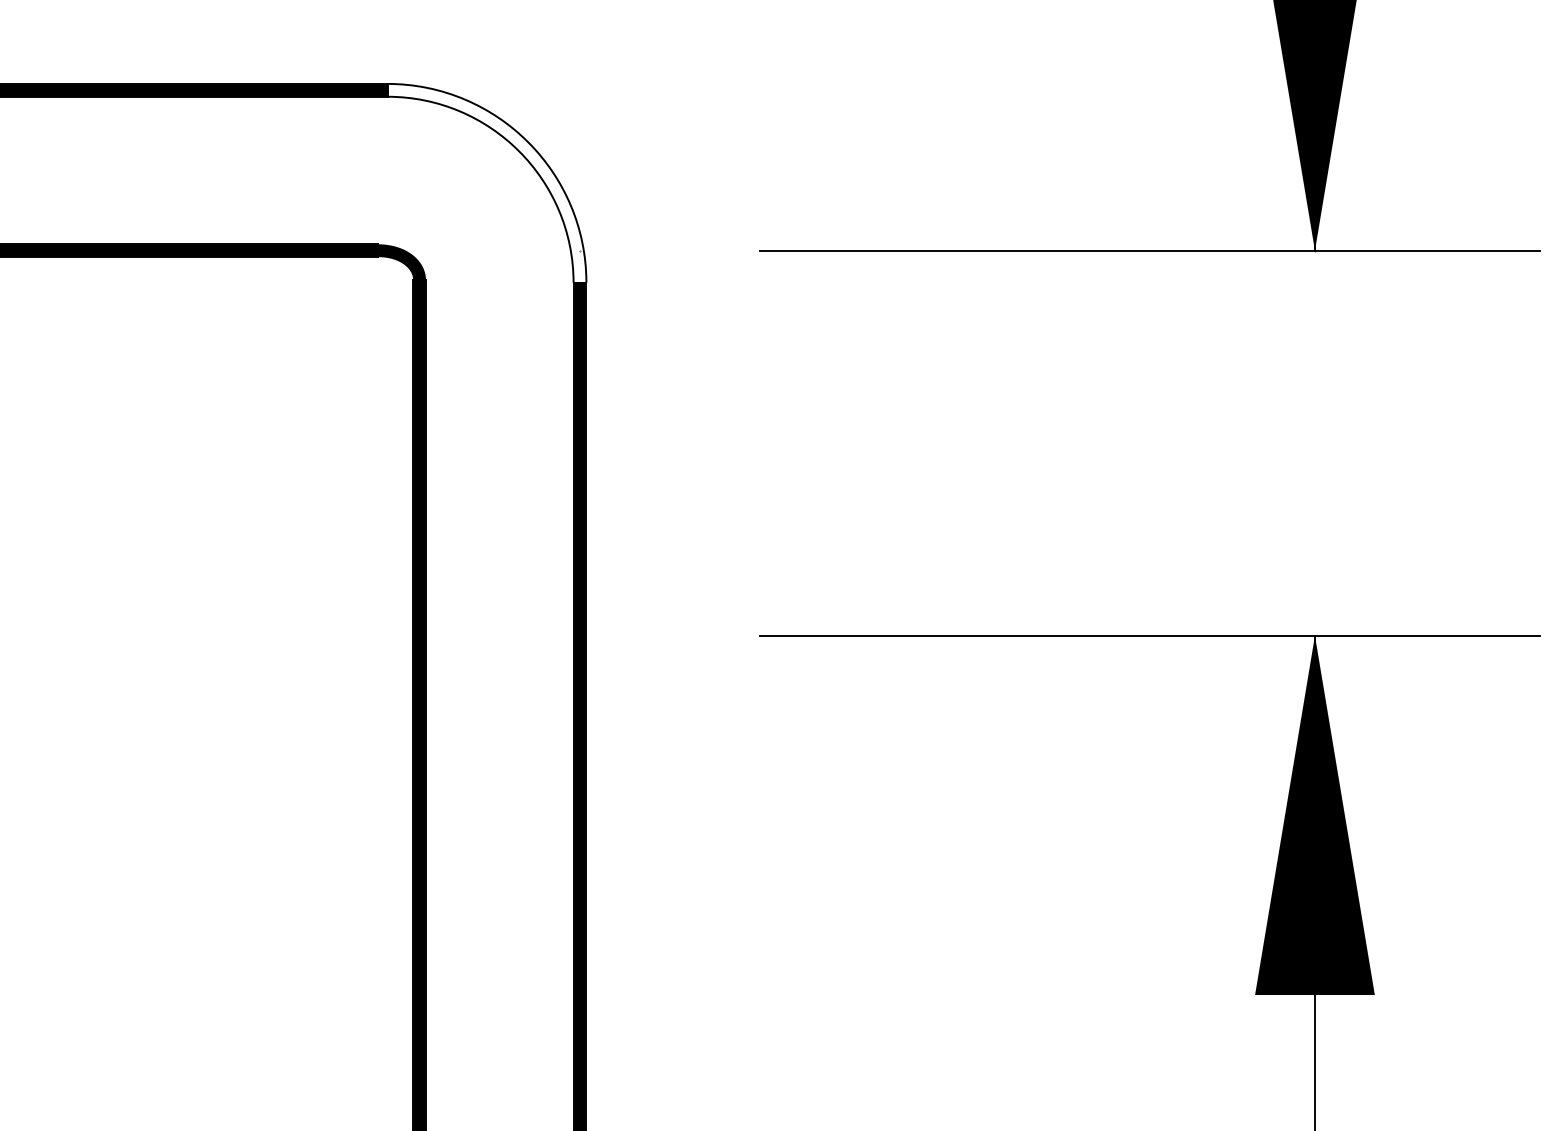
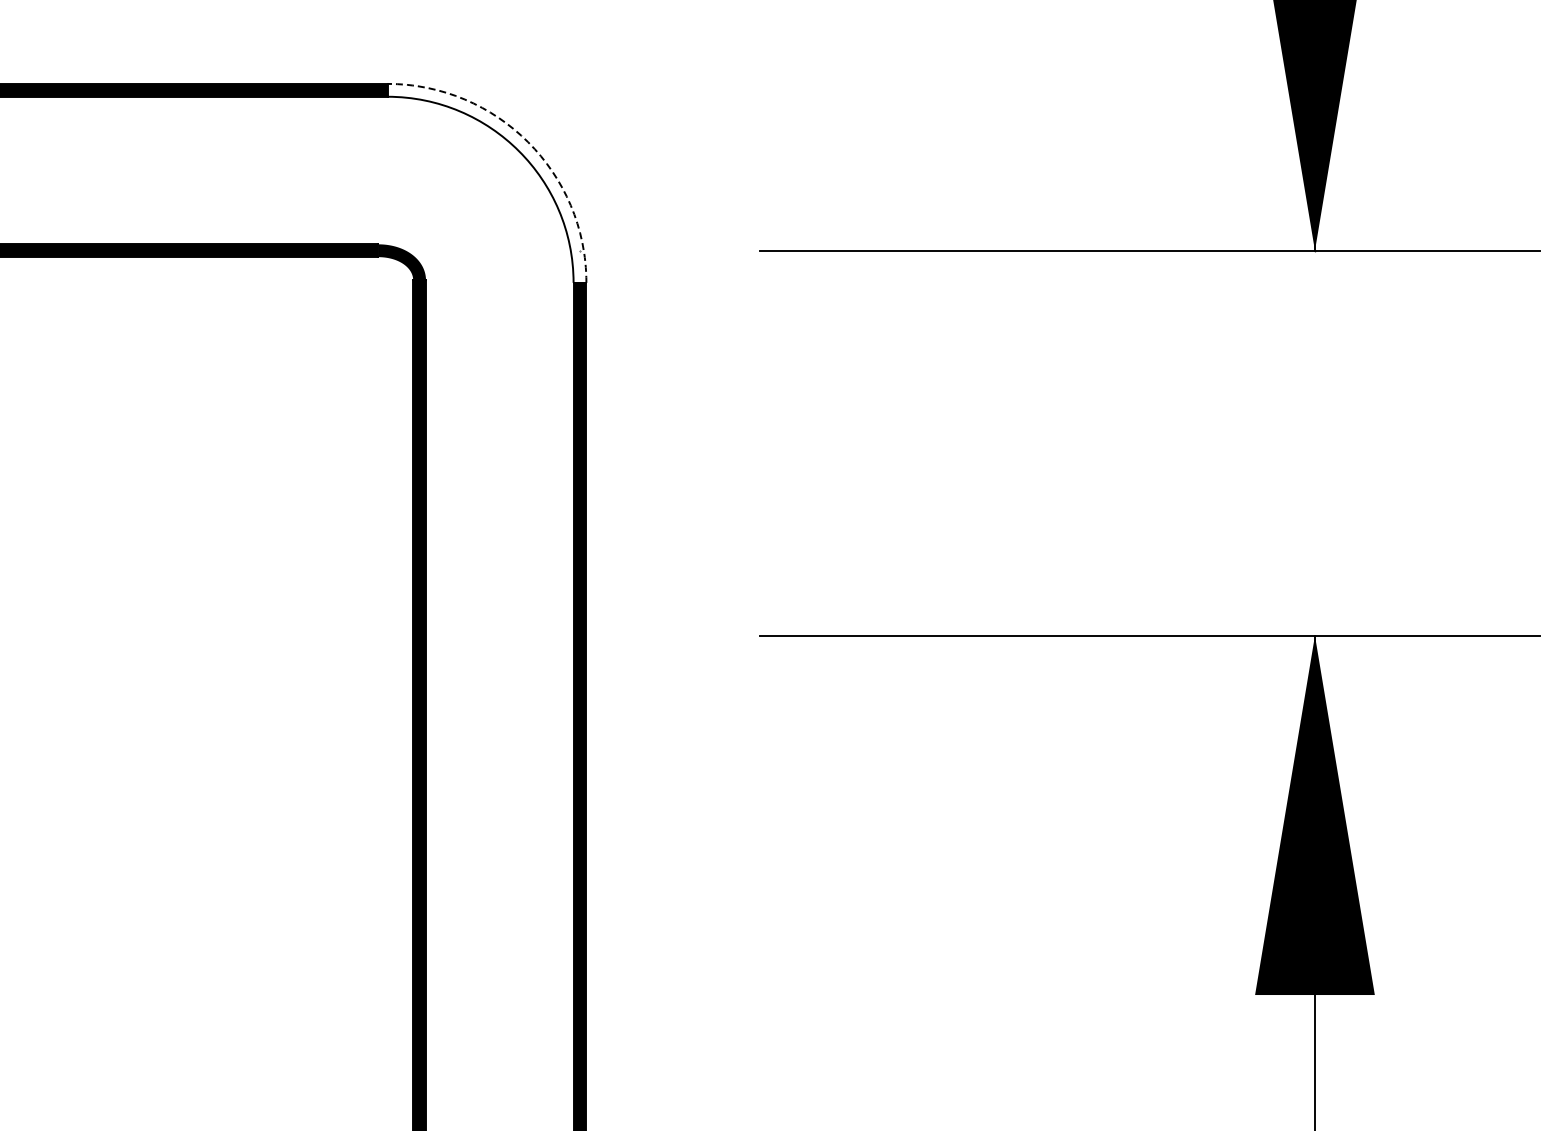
arc at (528, 142): solid -> dashed
